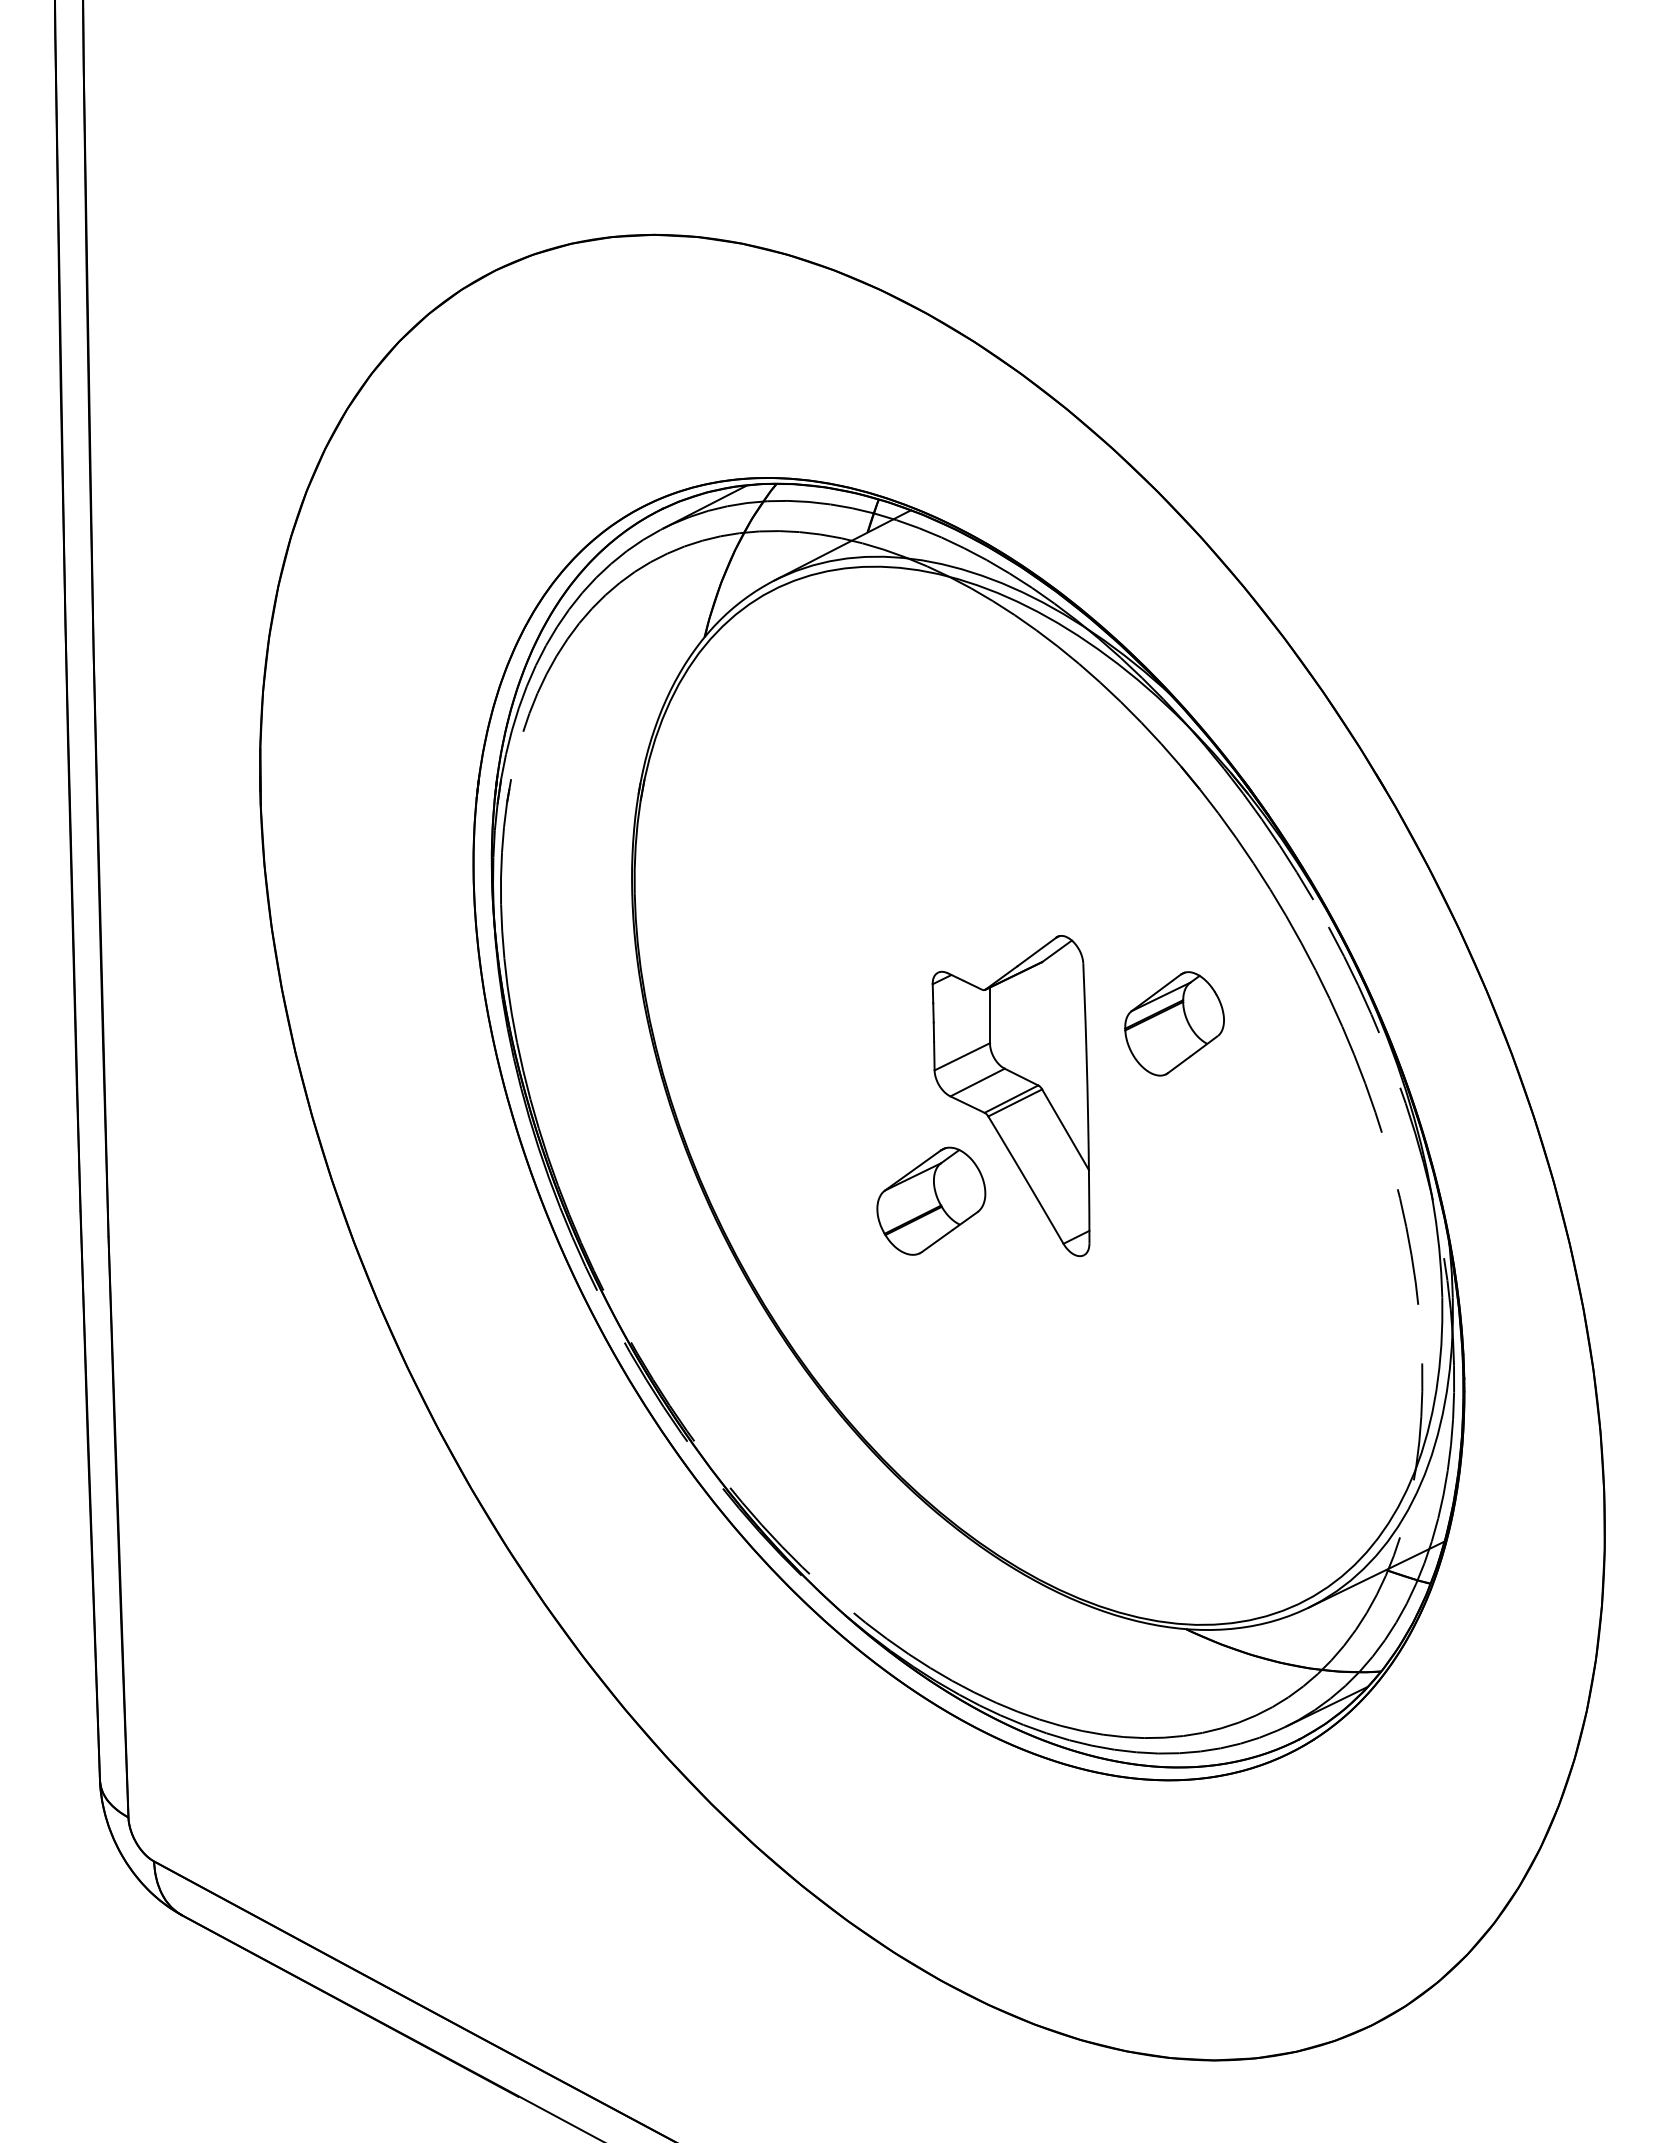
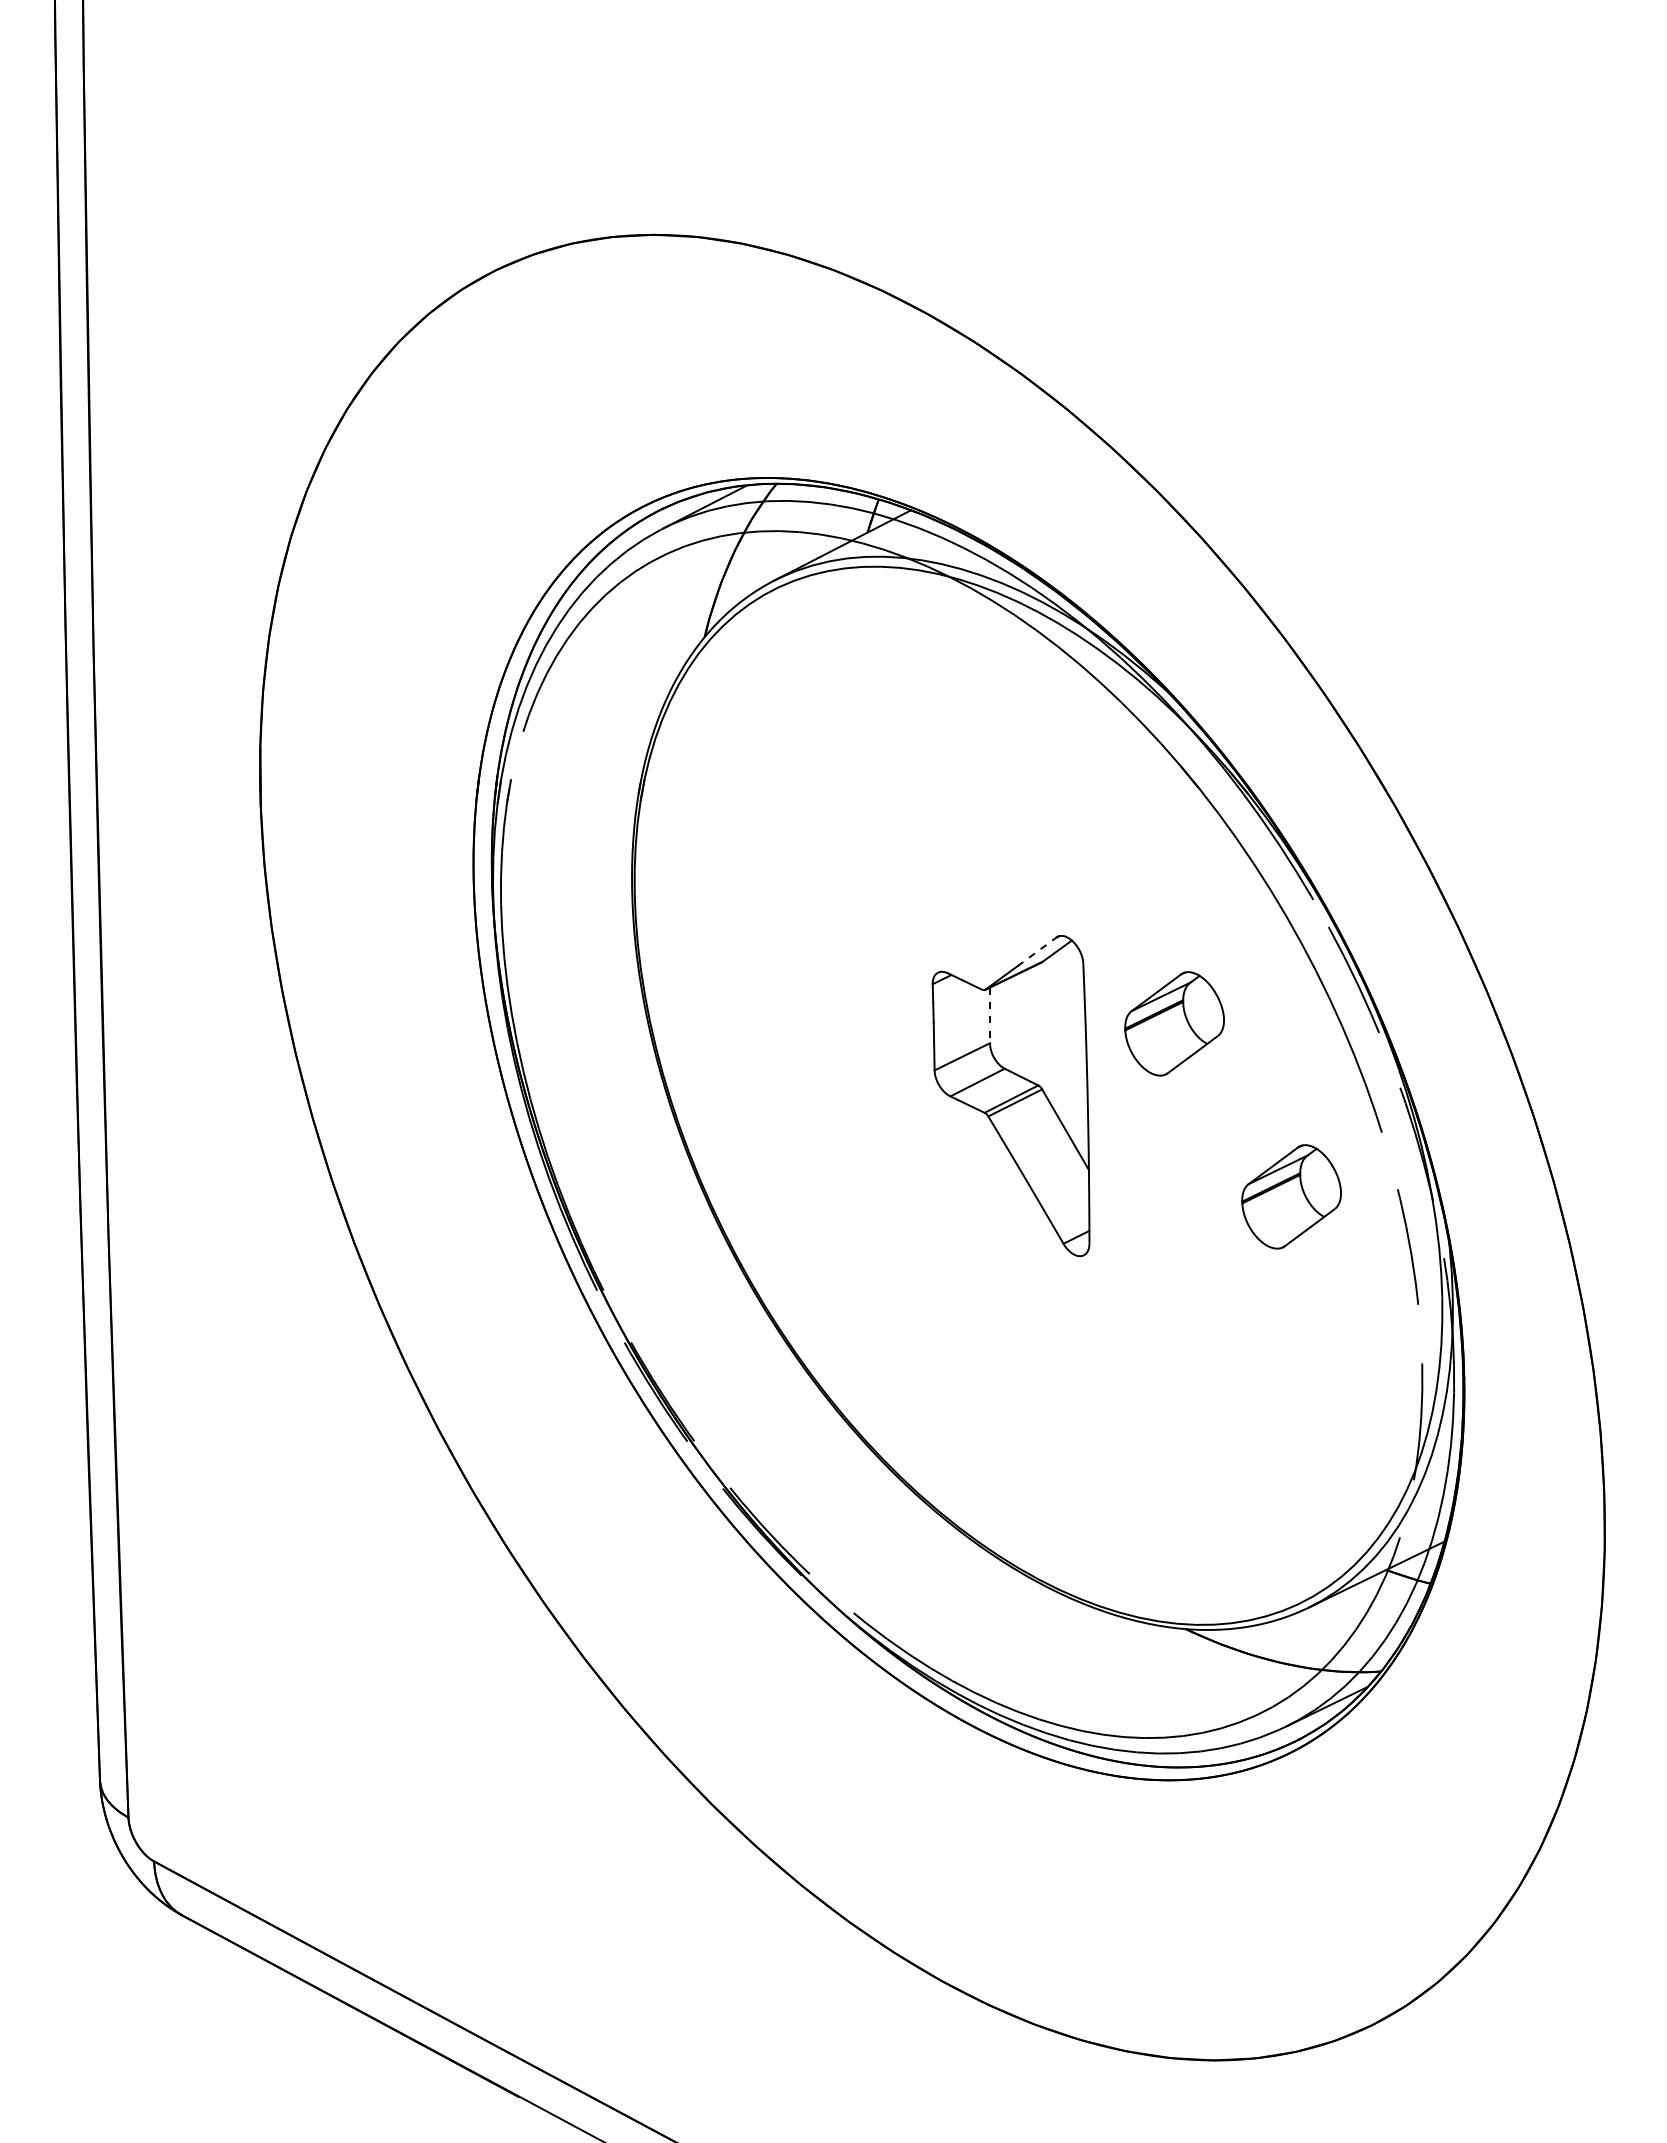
line at (1037, 951): solid -> dashed
line at (990, 1015): solid -> dashed
part at (1291, 1196): none -> present
part at (931, 1200): present -> none
